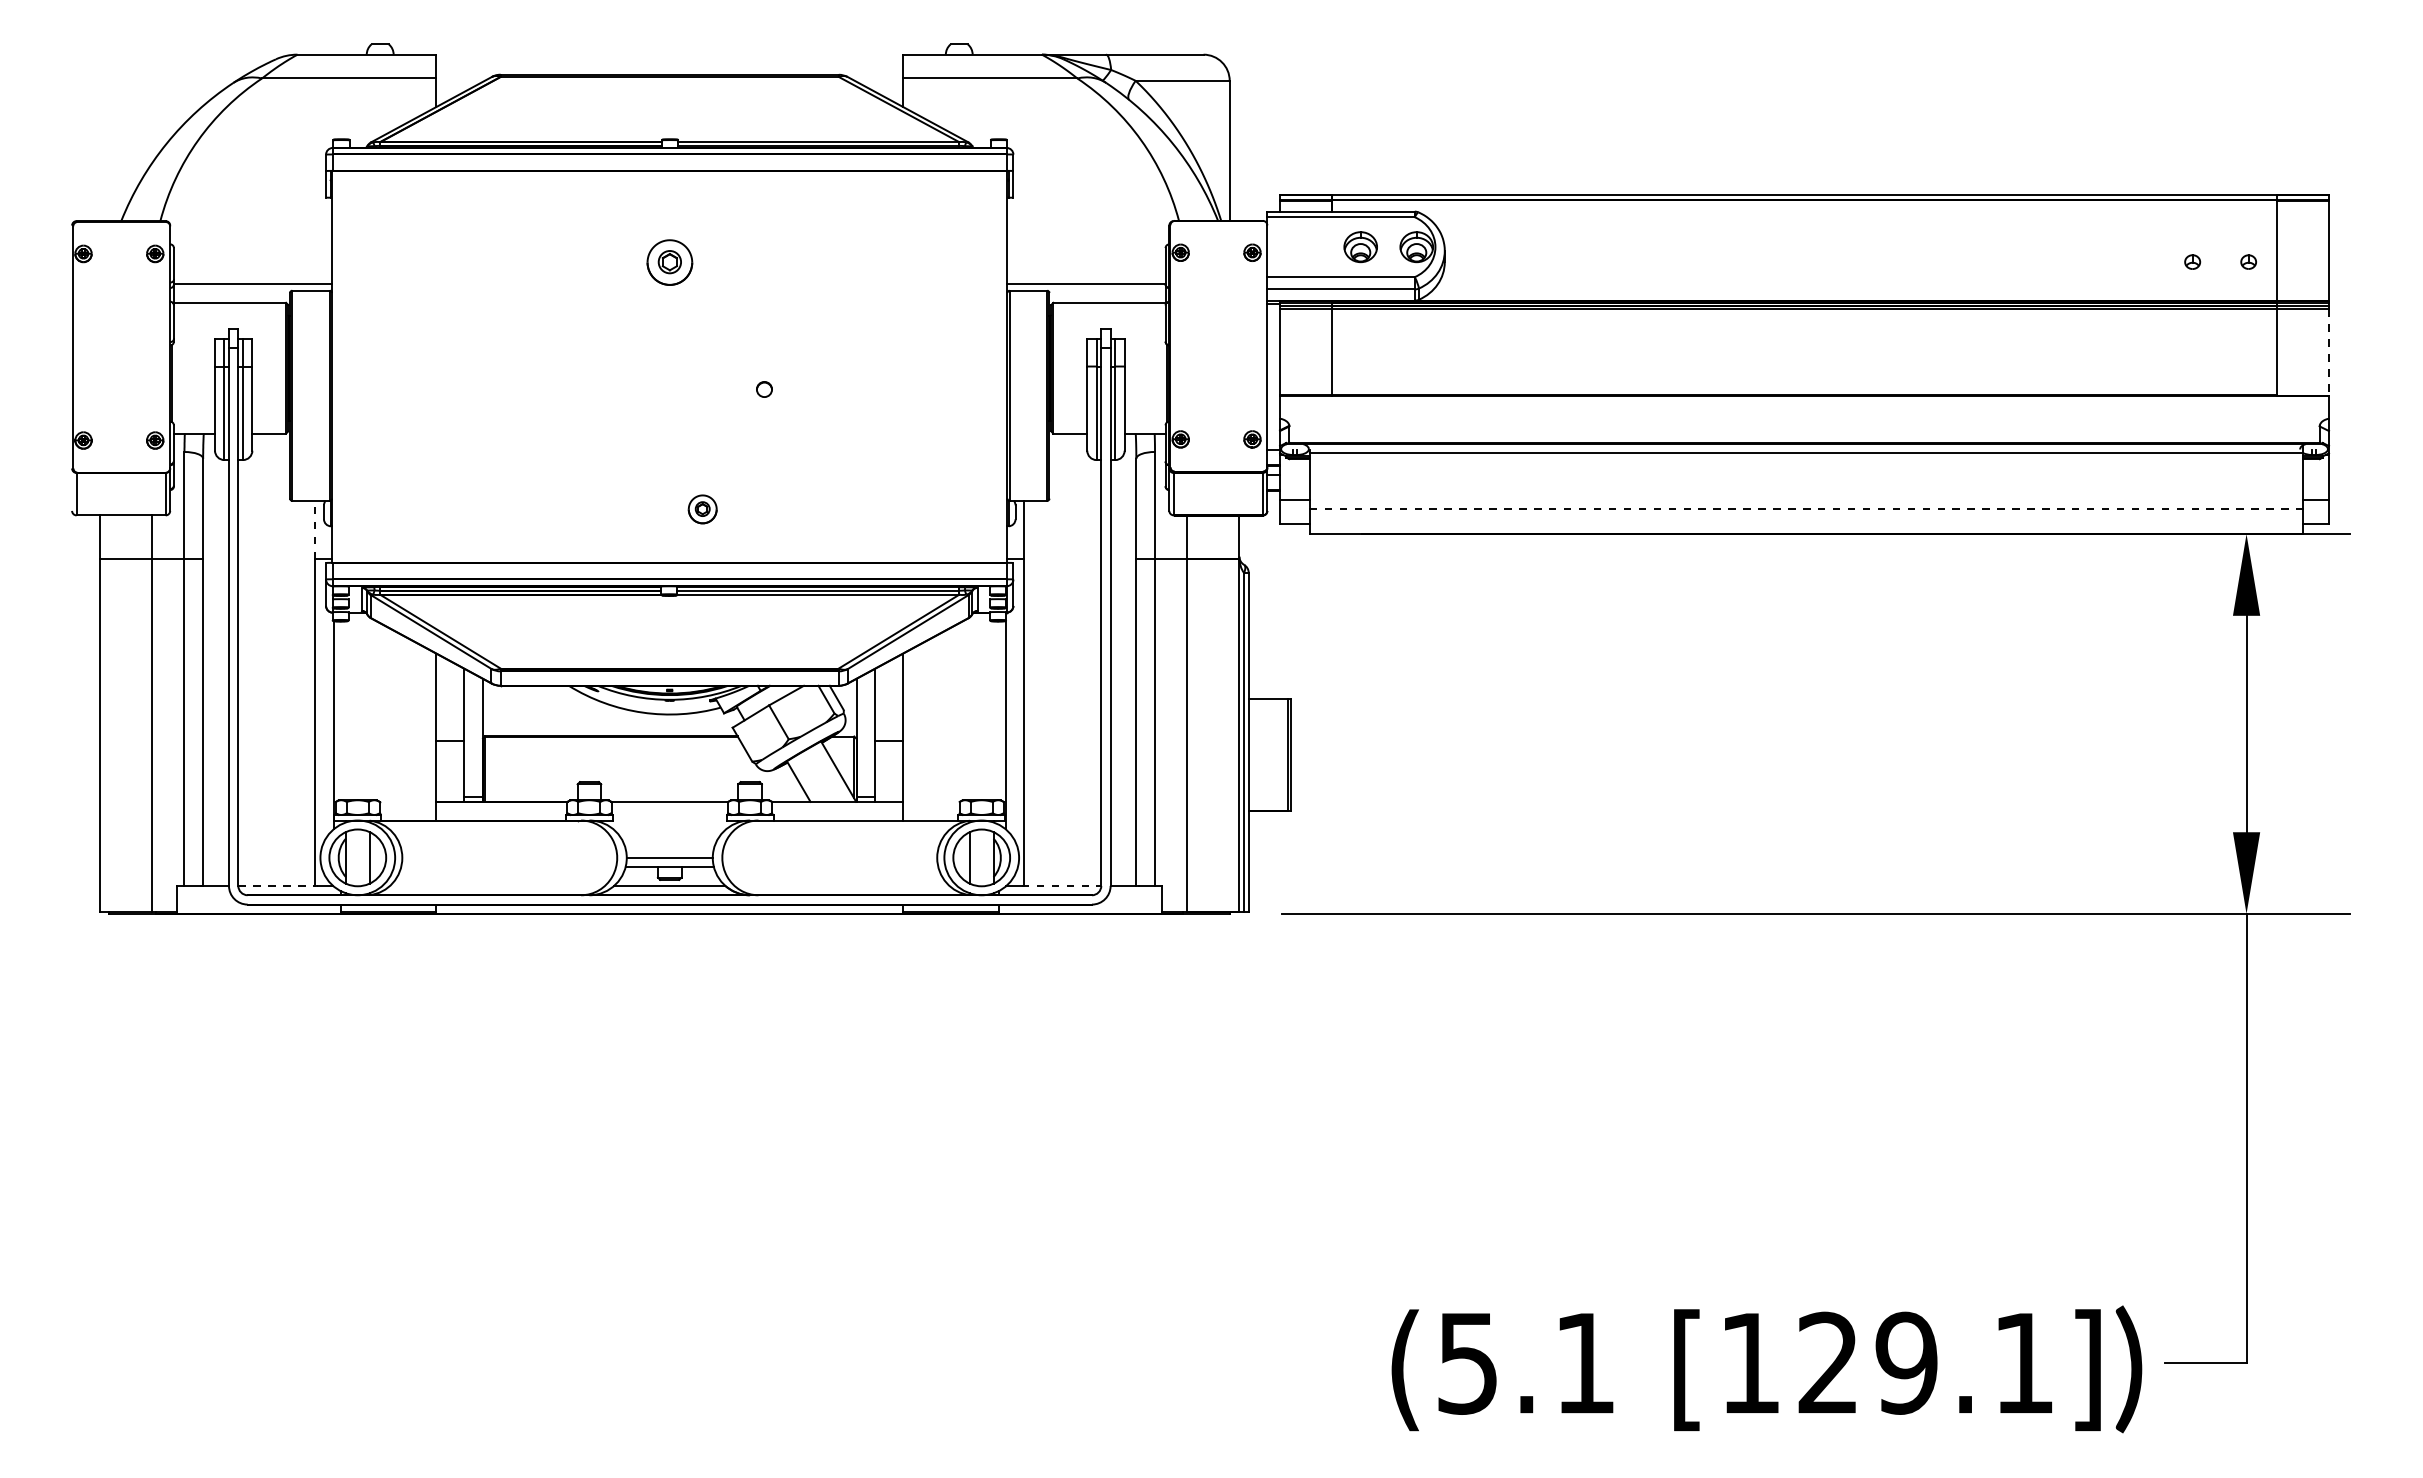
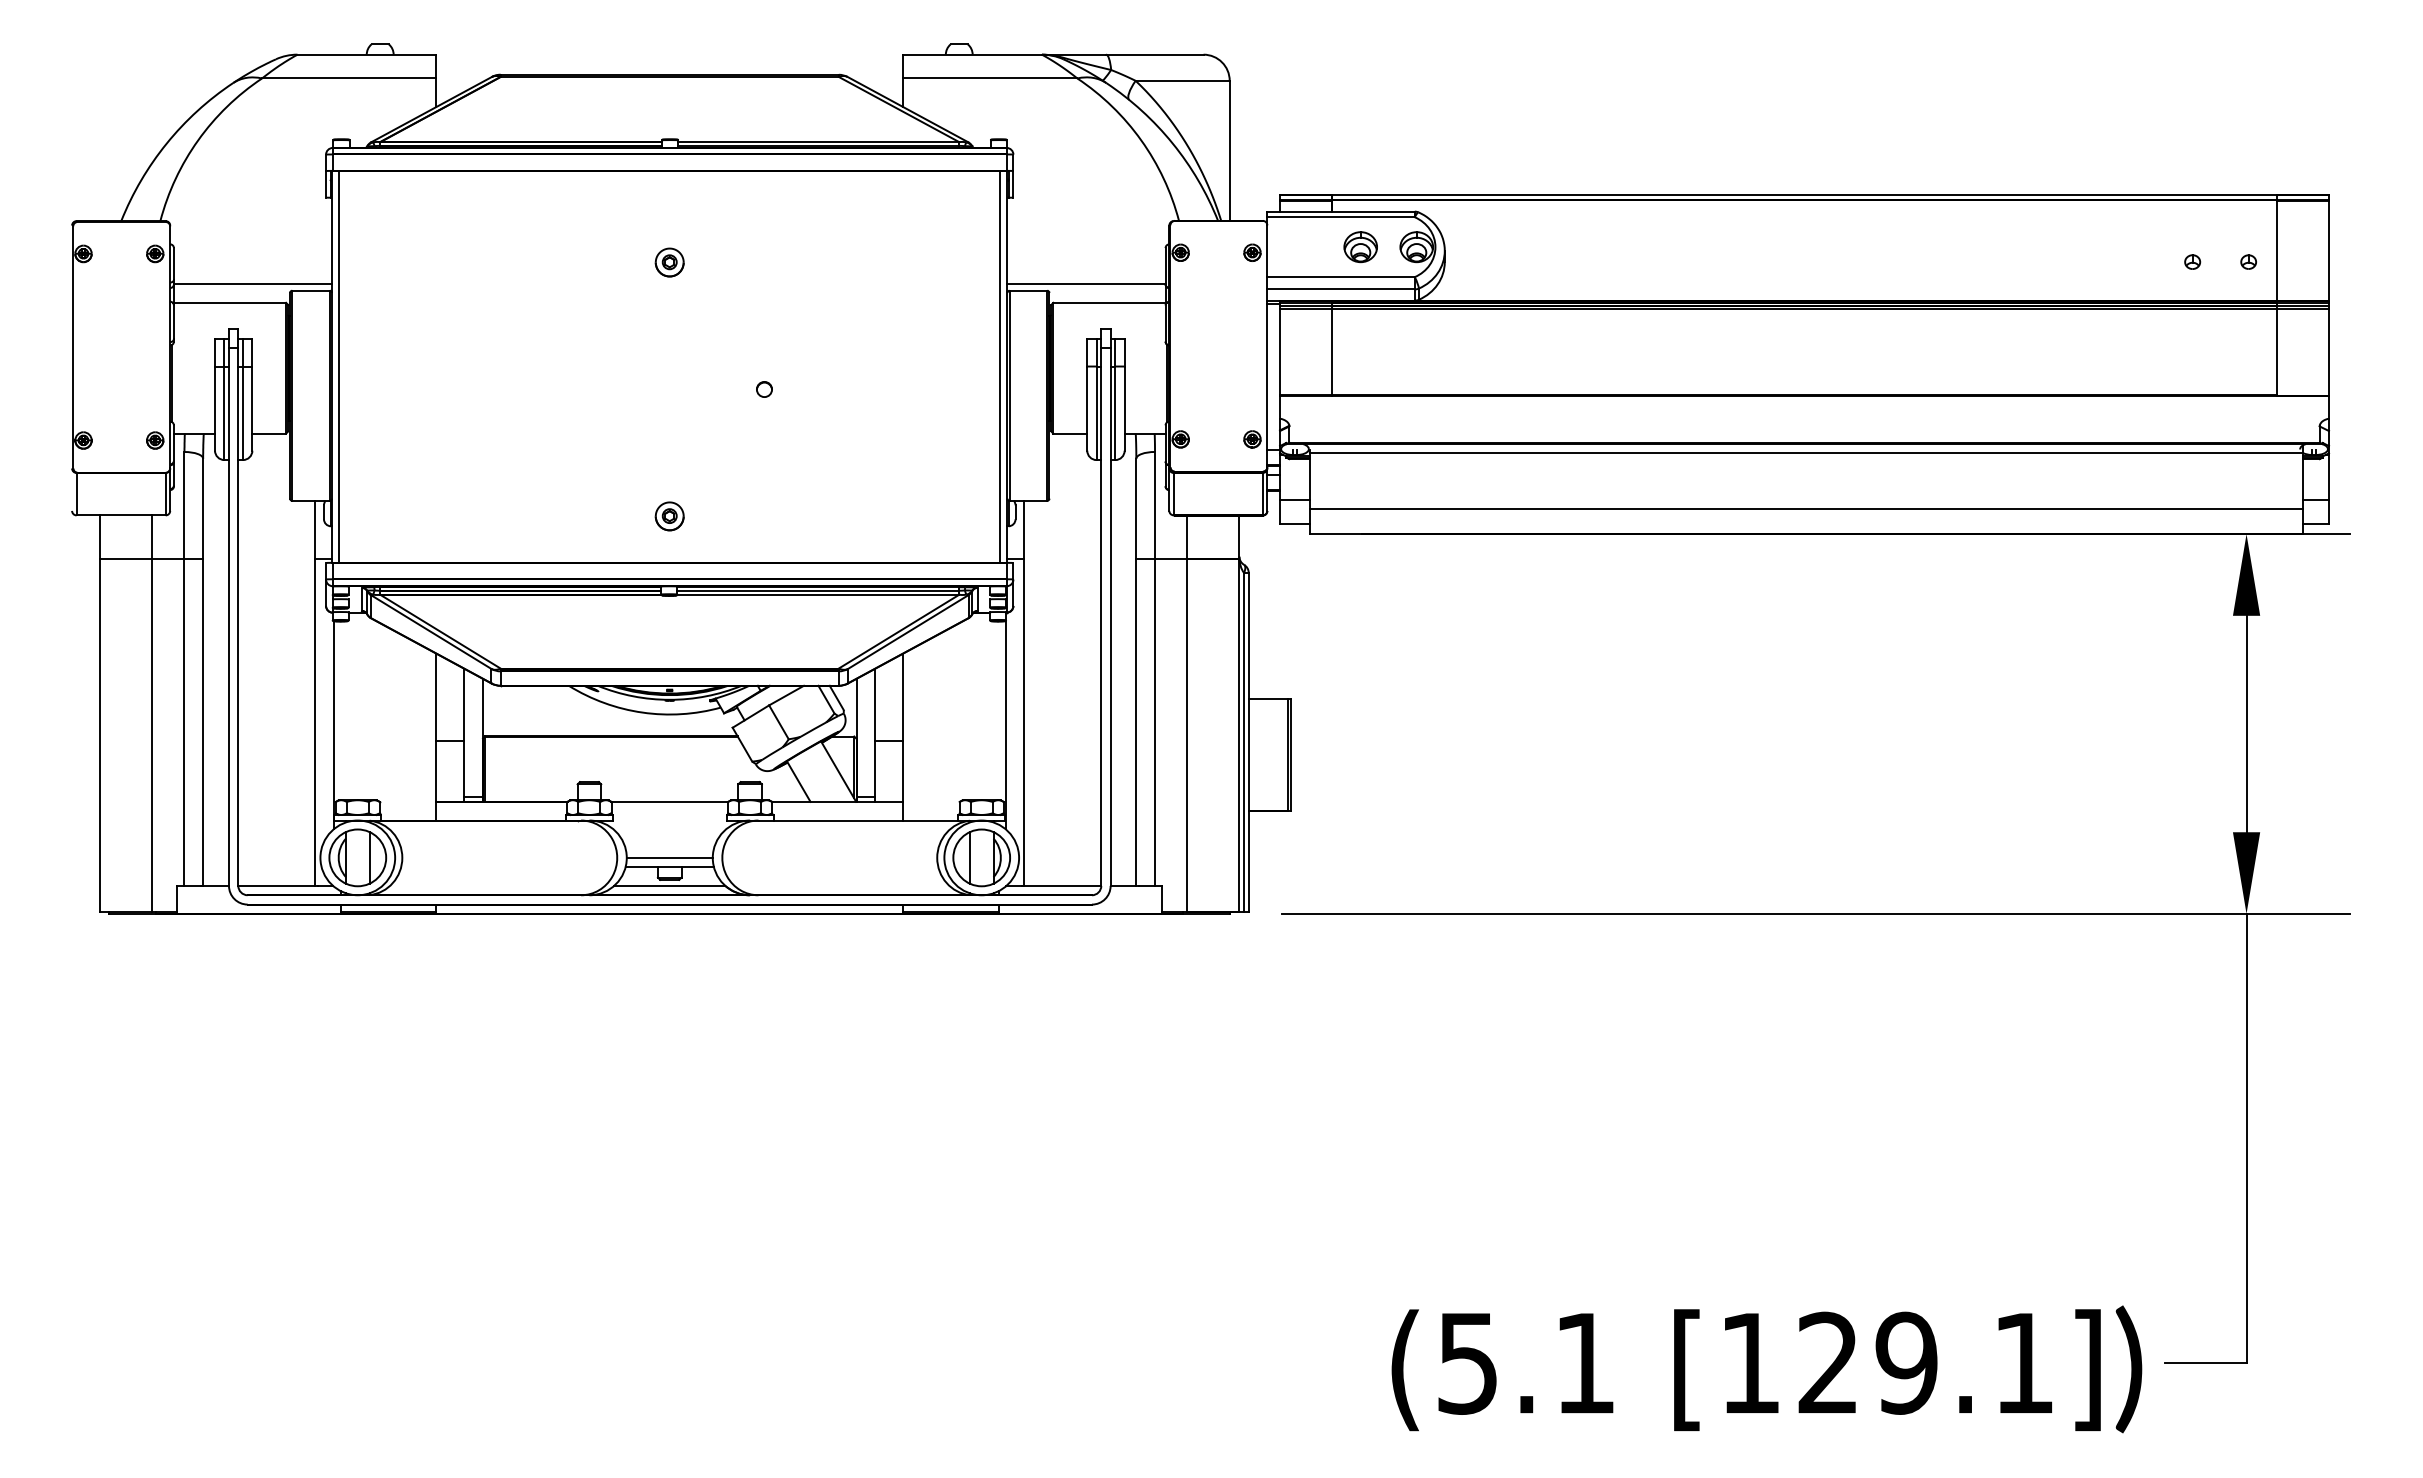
part at (669, 262) size: 48x47 px -> 31x31 px
line at (2329, 353): dashed -> solid
line at (339, 366): none -> present
line at (1000, 366): none -> present
part at (702, 509) position: (702, 509) -> (669, 516)
line at (1806, 509): dashed -> solid
line at (315, 529): dashed -> solid
line at (278, 885): dashed -> solid
line at (1061, 885): dashed -> solid
